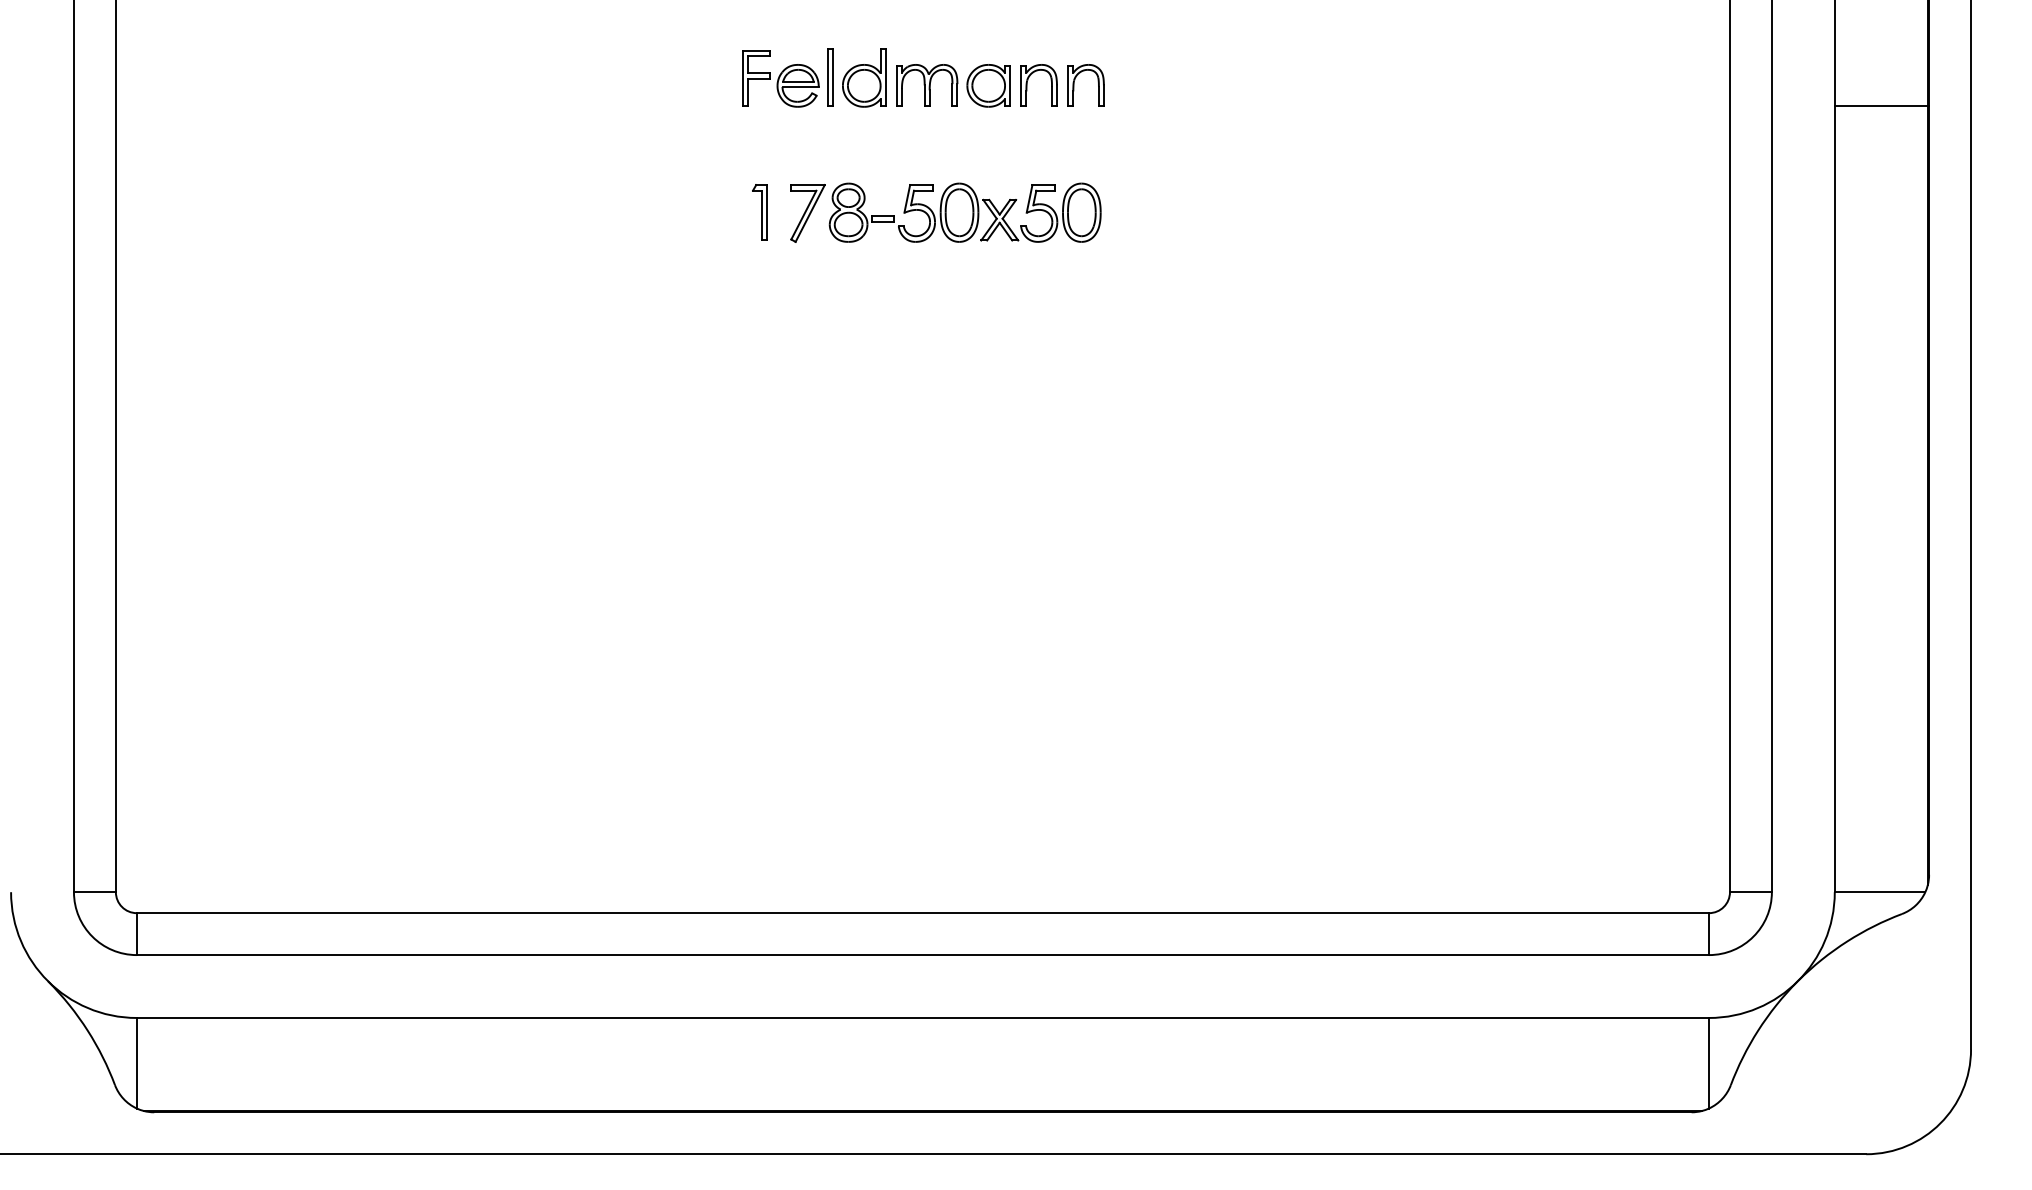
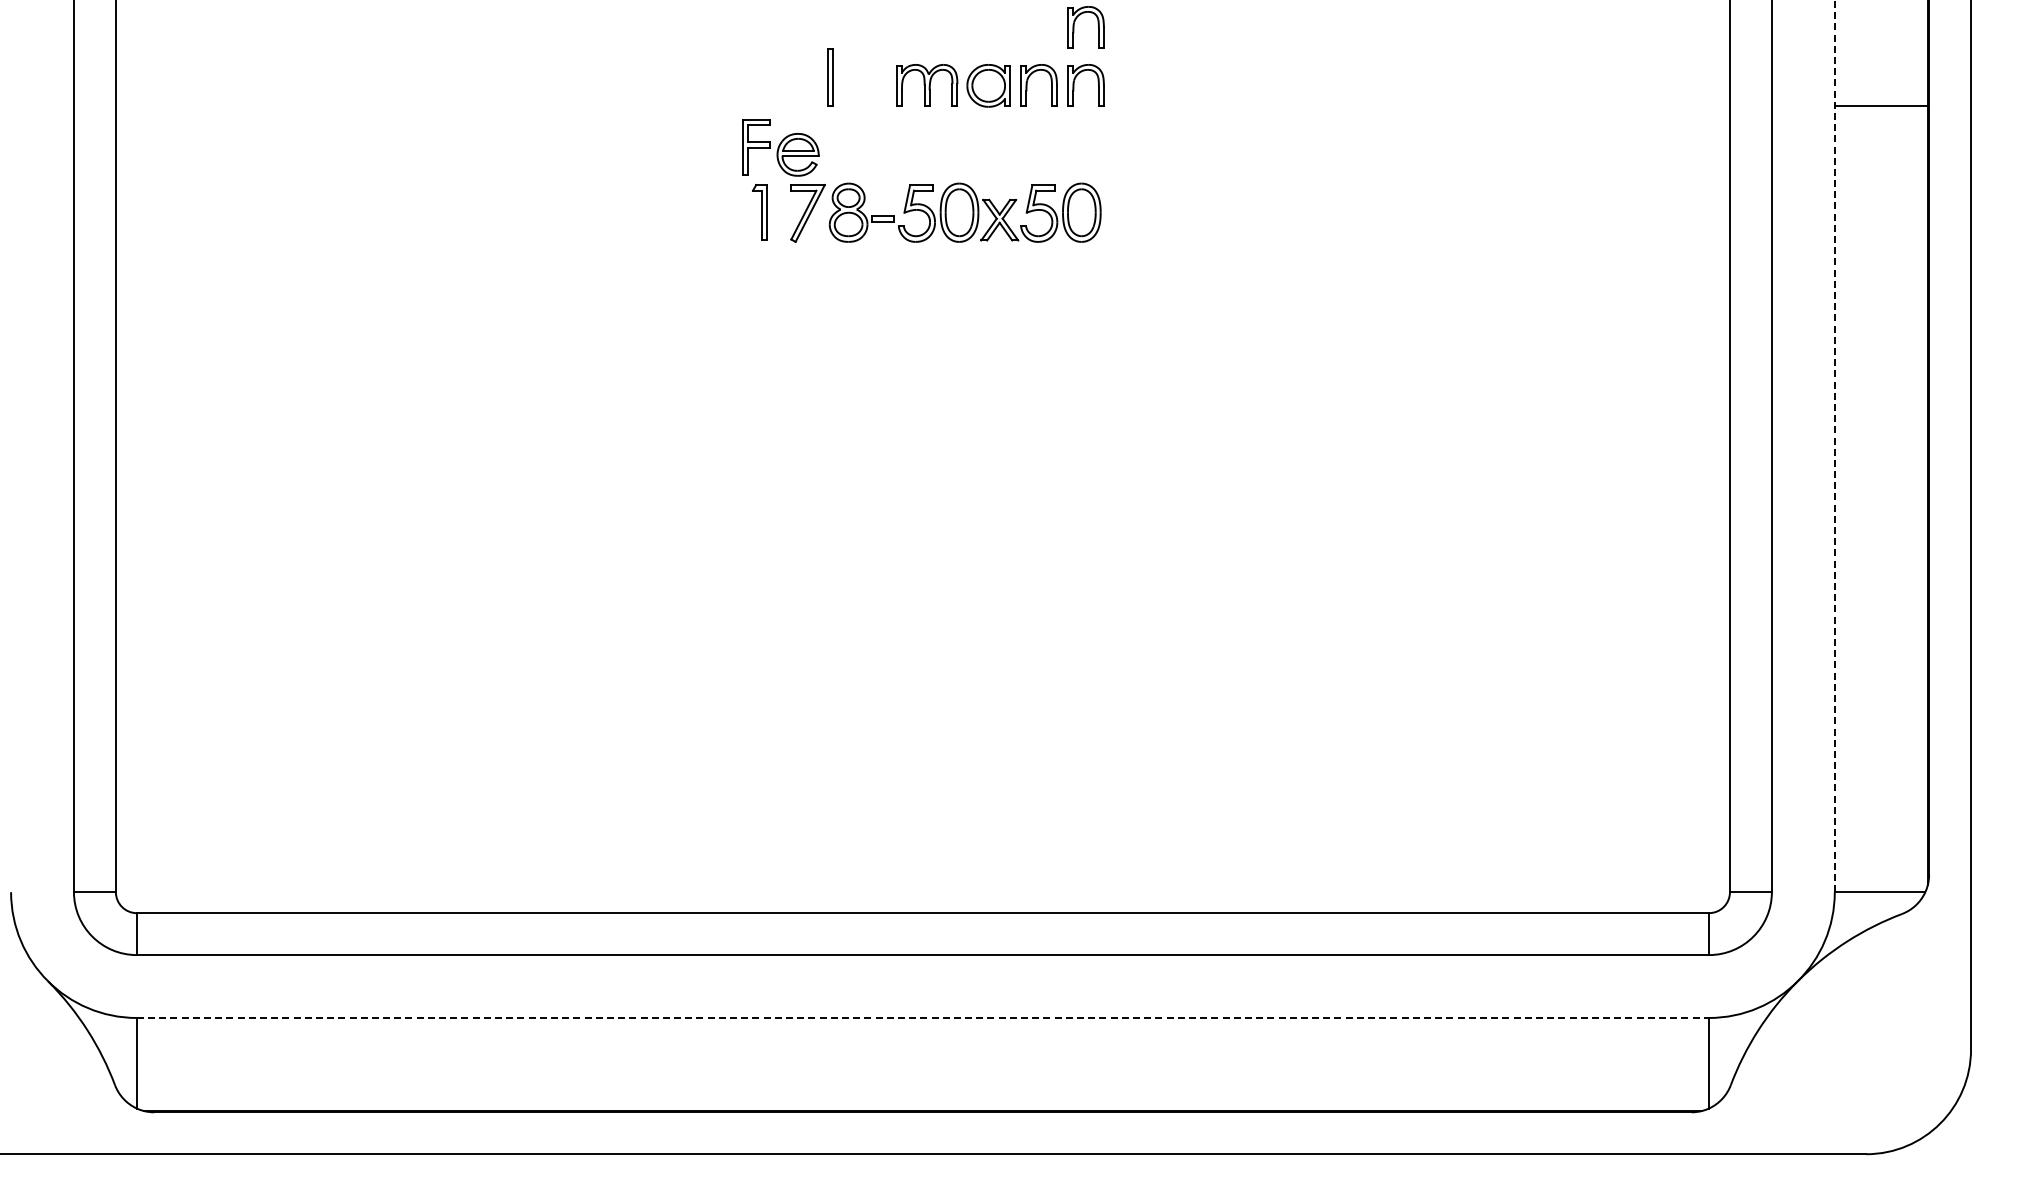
part at (1074, 27): none -> present
part at (864, 77): present -> none
part at (780, 78) position: (780, 78) -> (780, 147)
line at (1834, 446): solid -> dashed
line at (923, 1017): solid -> dashed
